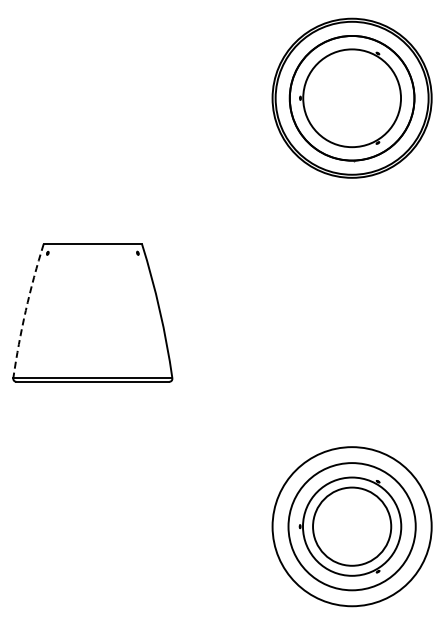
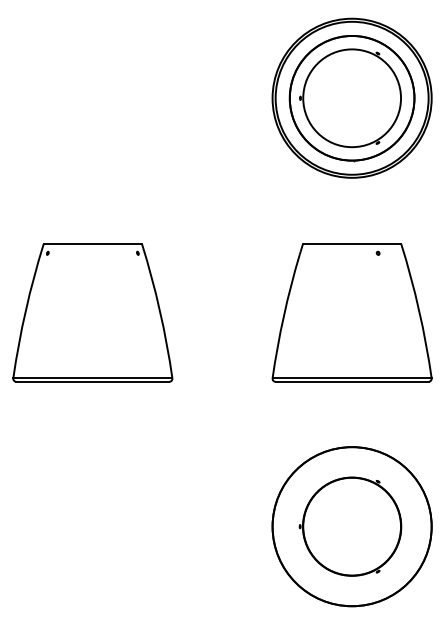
arc at (25, 310): dashed -> solid
part at (351, 312): none -> present
circle at (351, 526) diameter: 127 px -> 159 px
circle at (352, 526) diameter: 78 px -> 98 px
